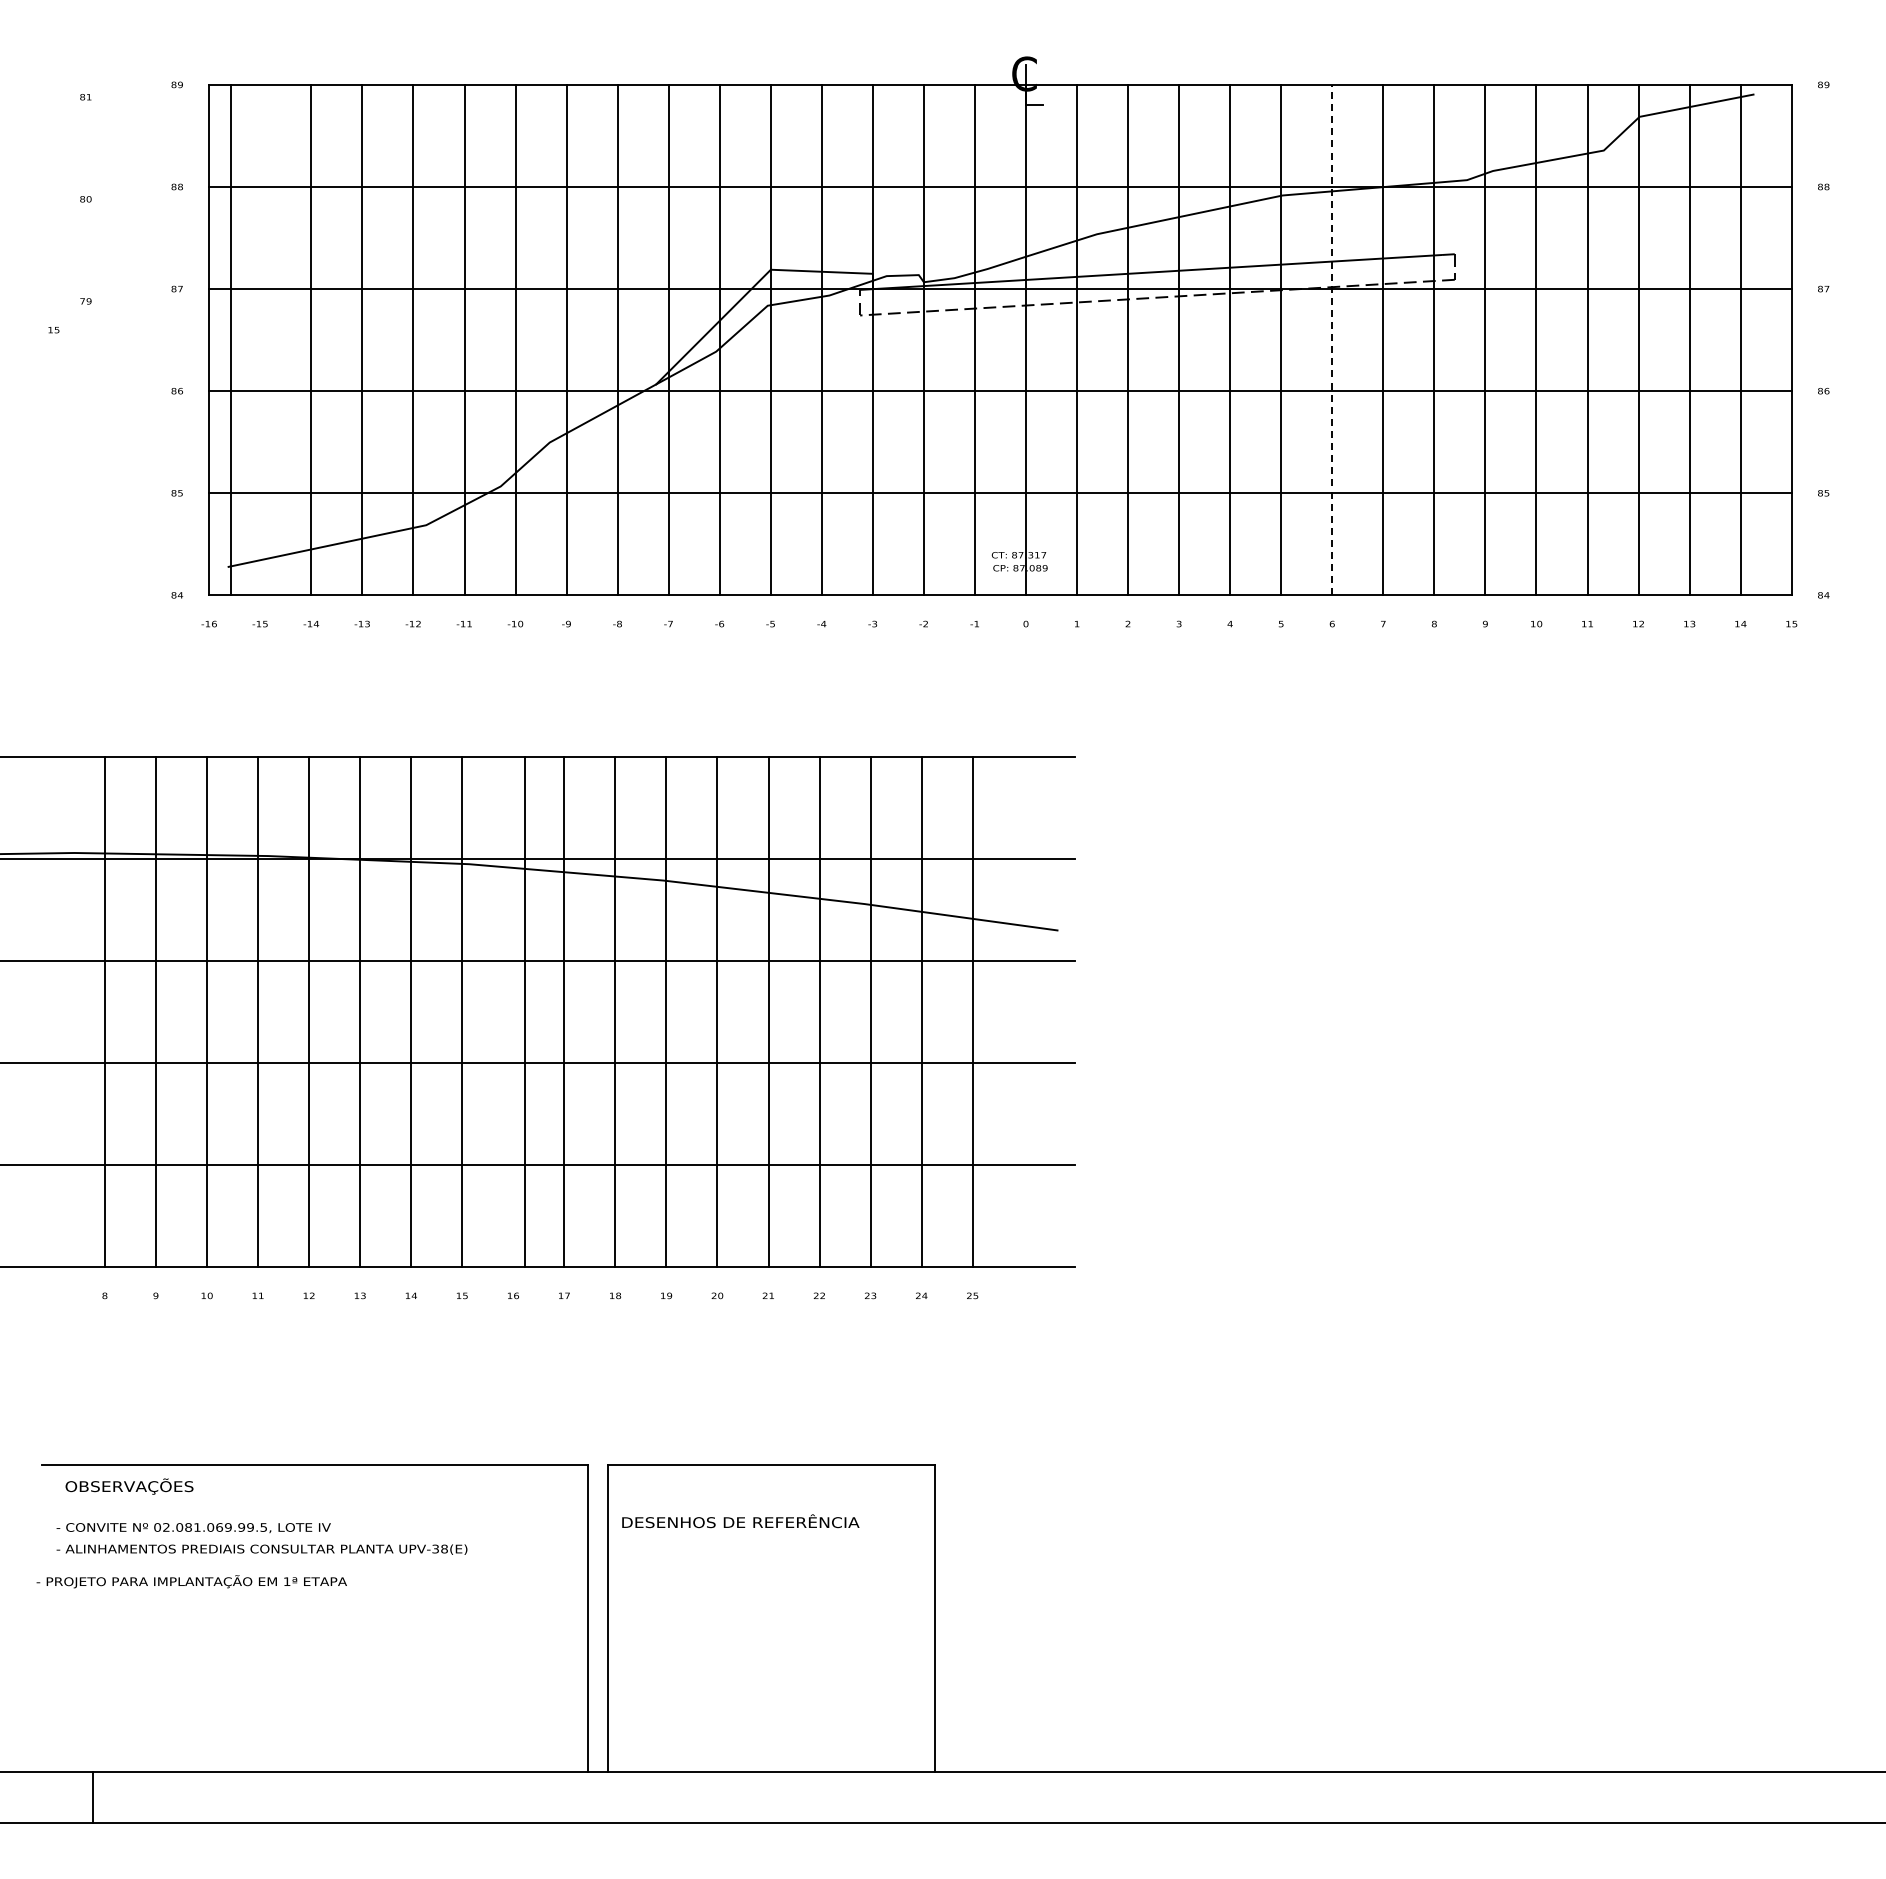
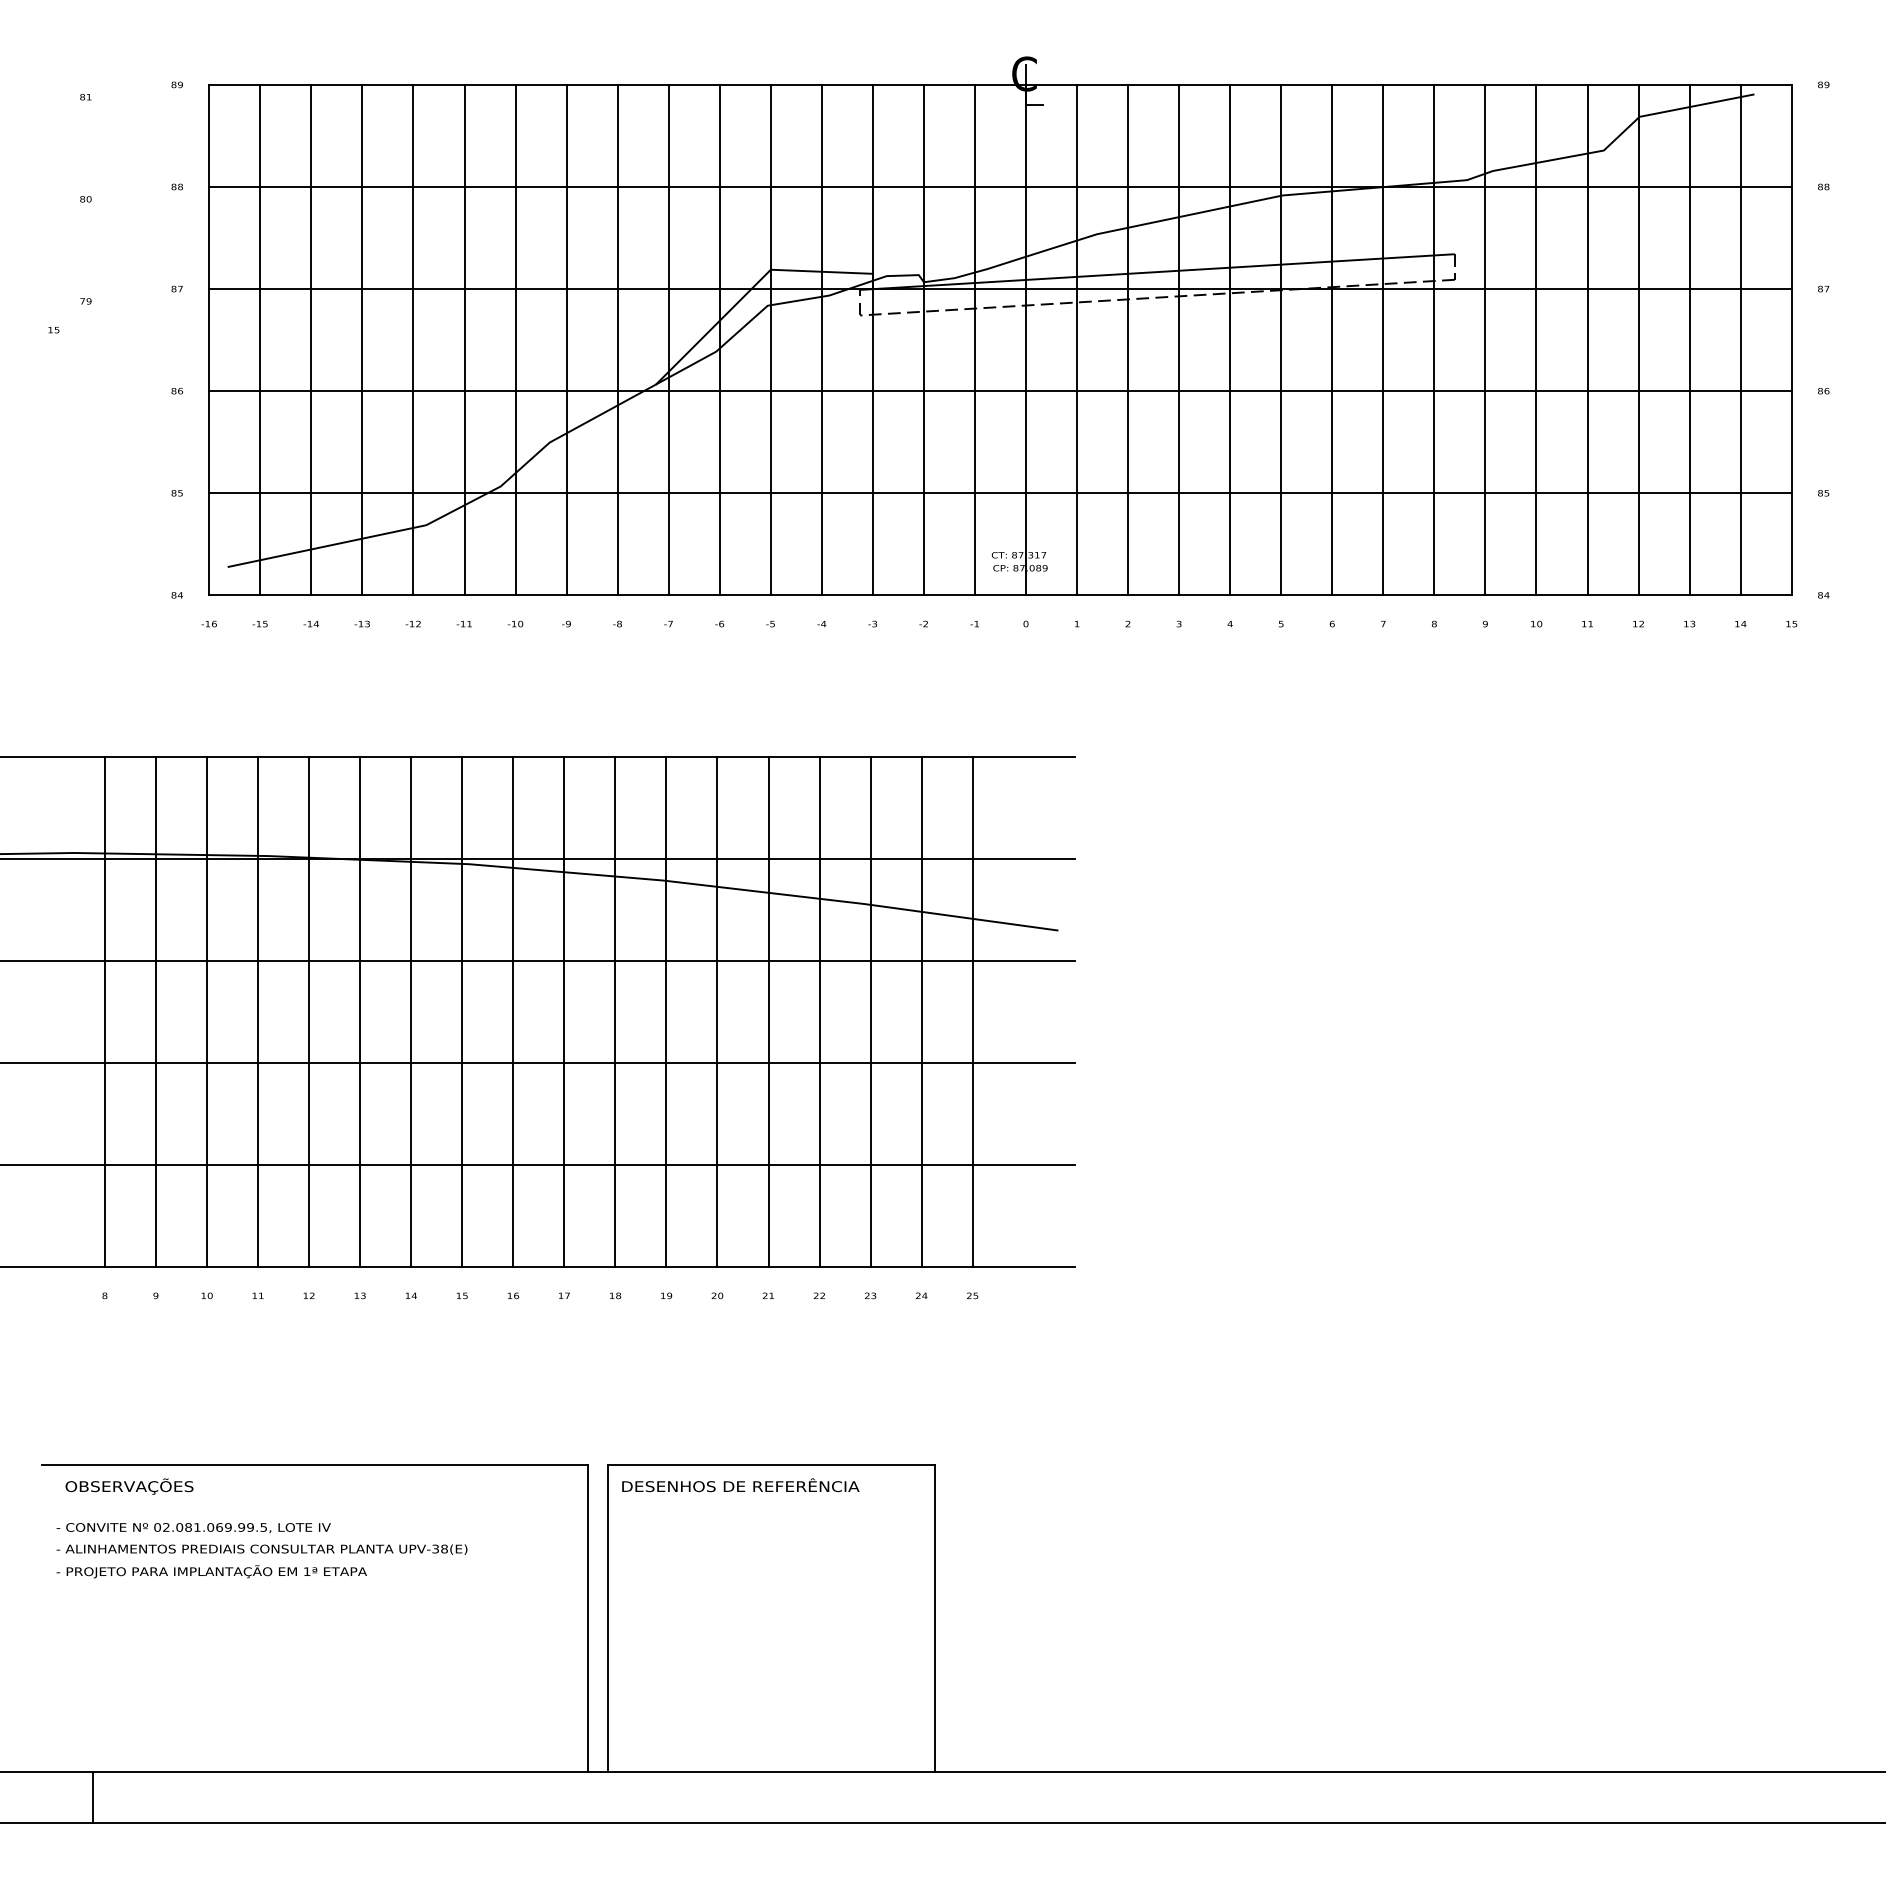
line at (231, 339) position: (231, 339) -> (260, 339)
line at (1332, 339): dashed -> solid
line at (525, 1011) position: (525, 1011) -> (513, 1011)
text at (740, 1521) position: (740, 1521) -> (740, 1485)
text at (191, 1581) position: (191, 1581) -> (211, 1571)
